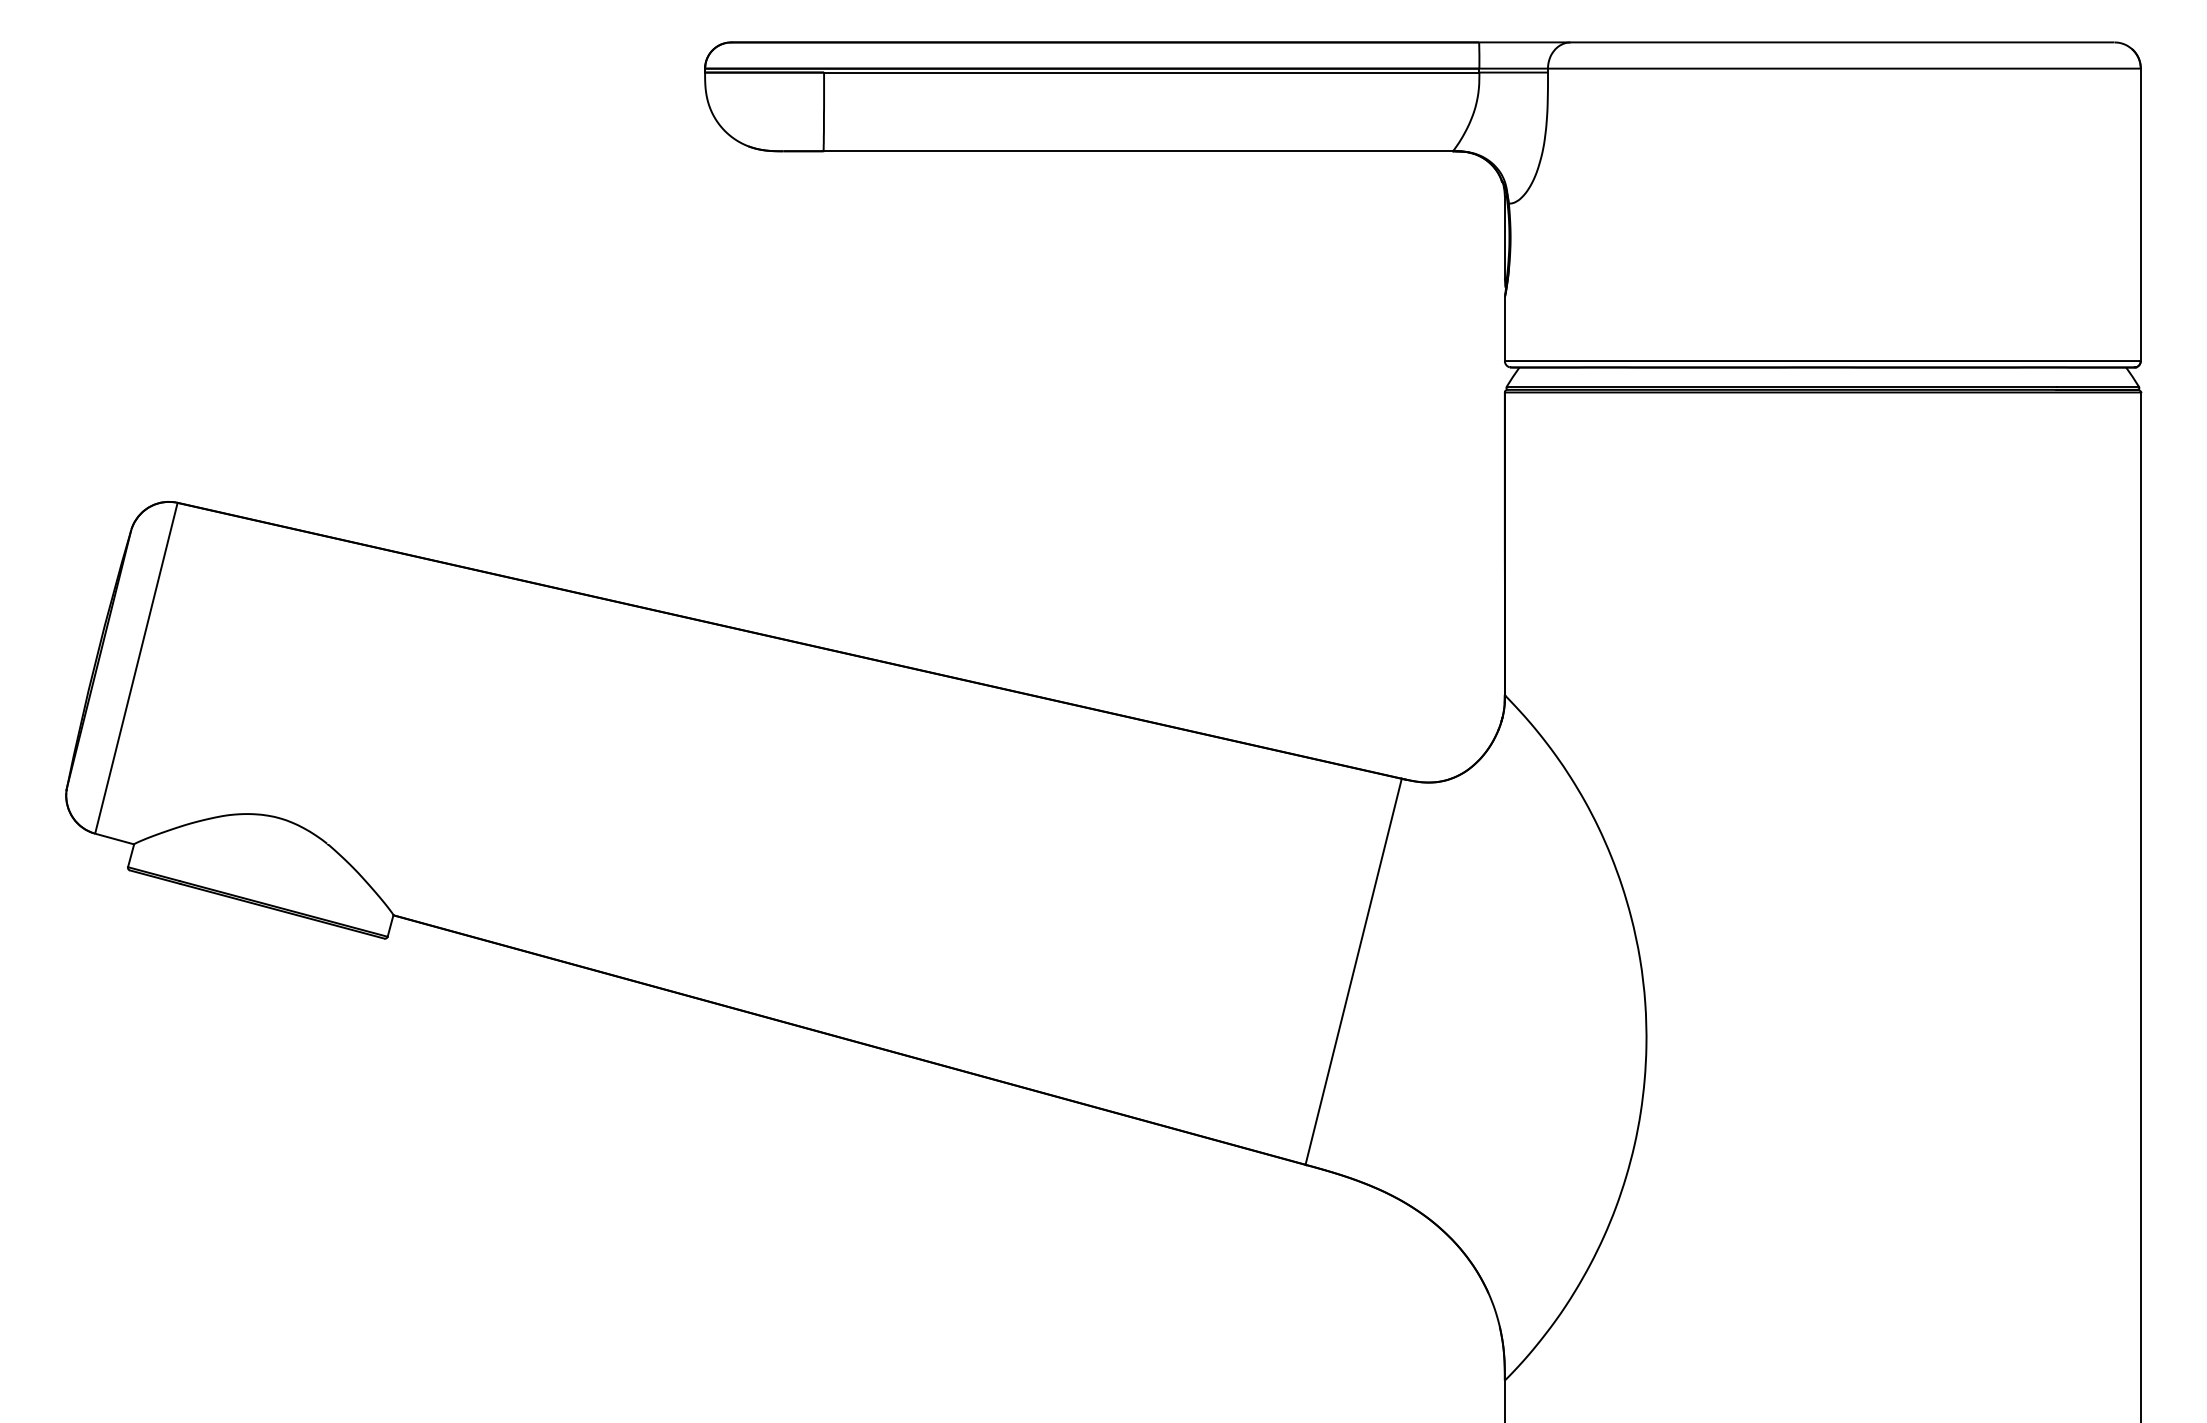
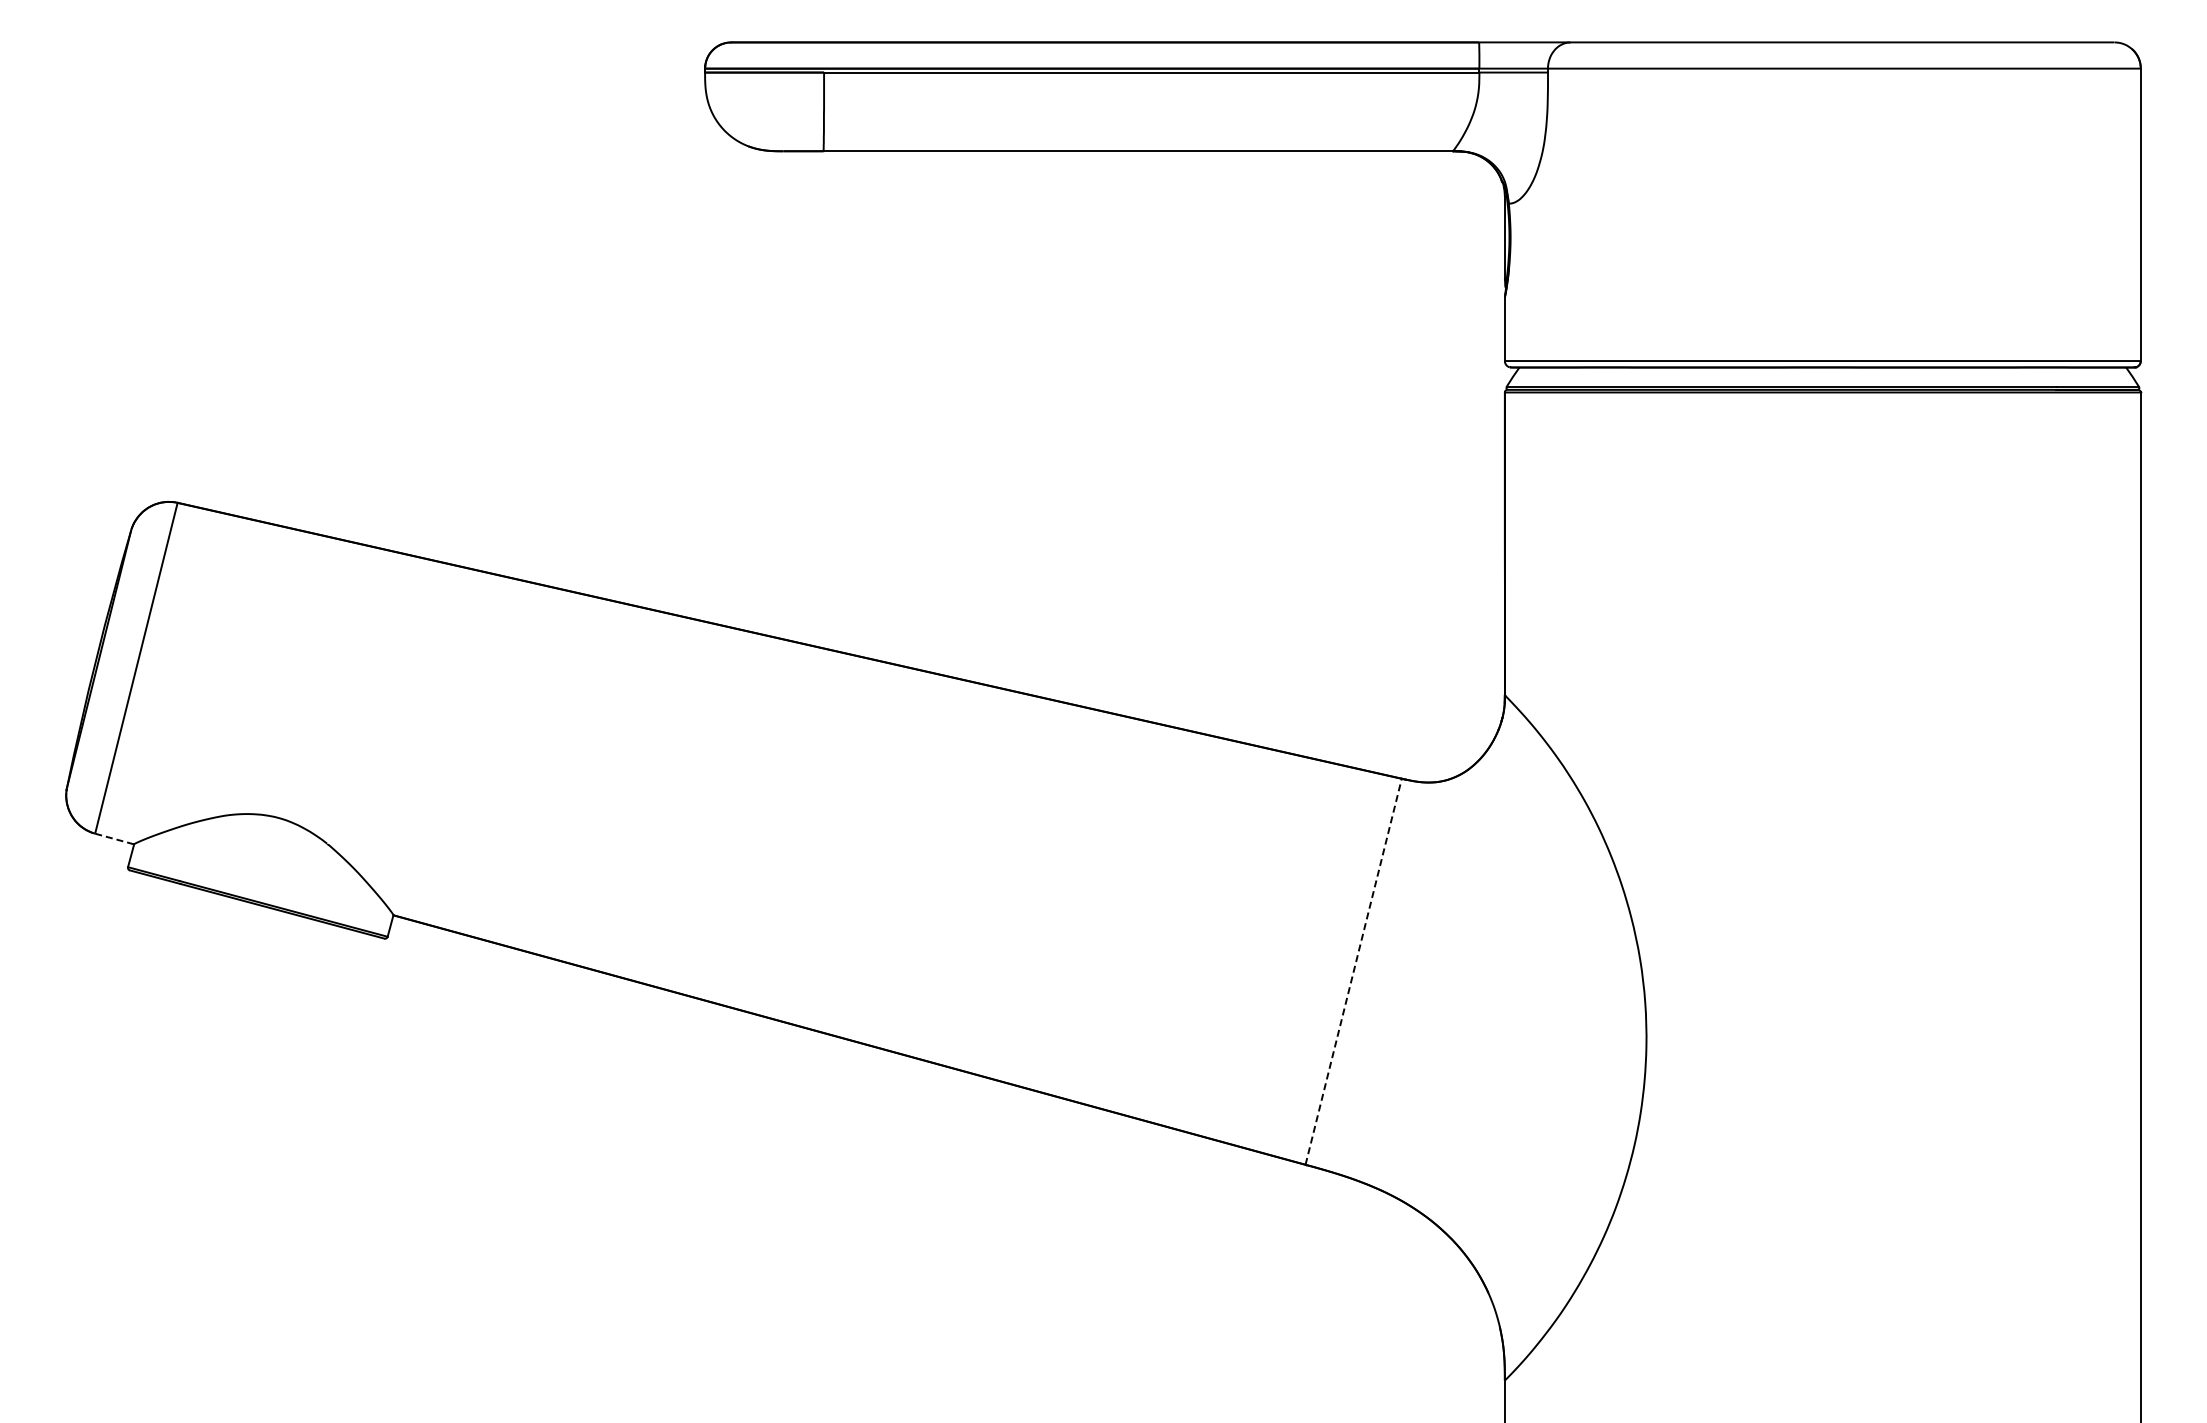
line at (114, 838): solid -> dashed
line at (1353, 971): solid -> dashed
